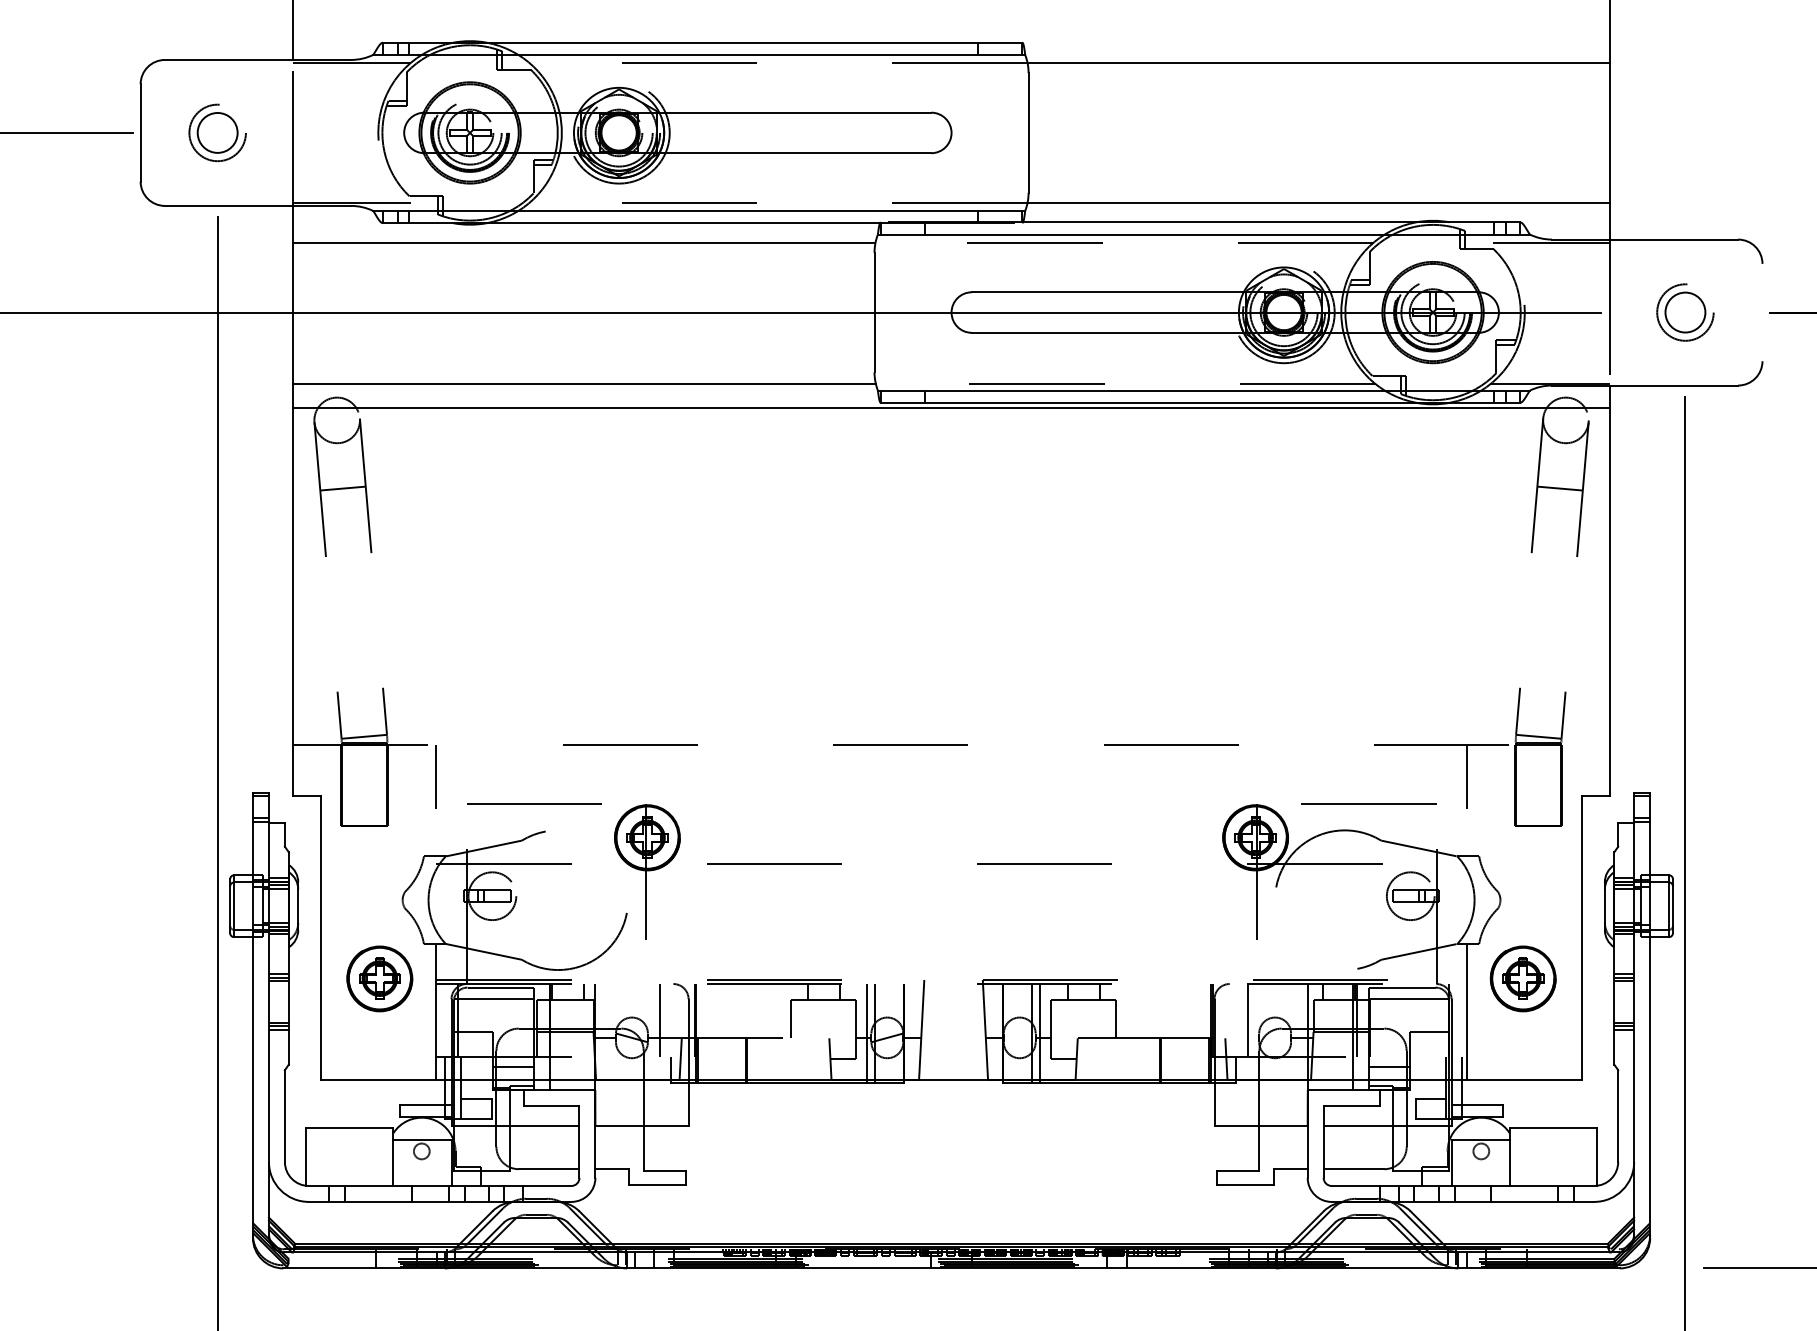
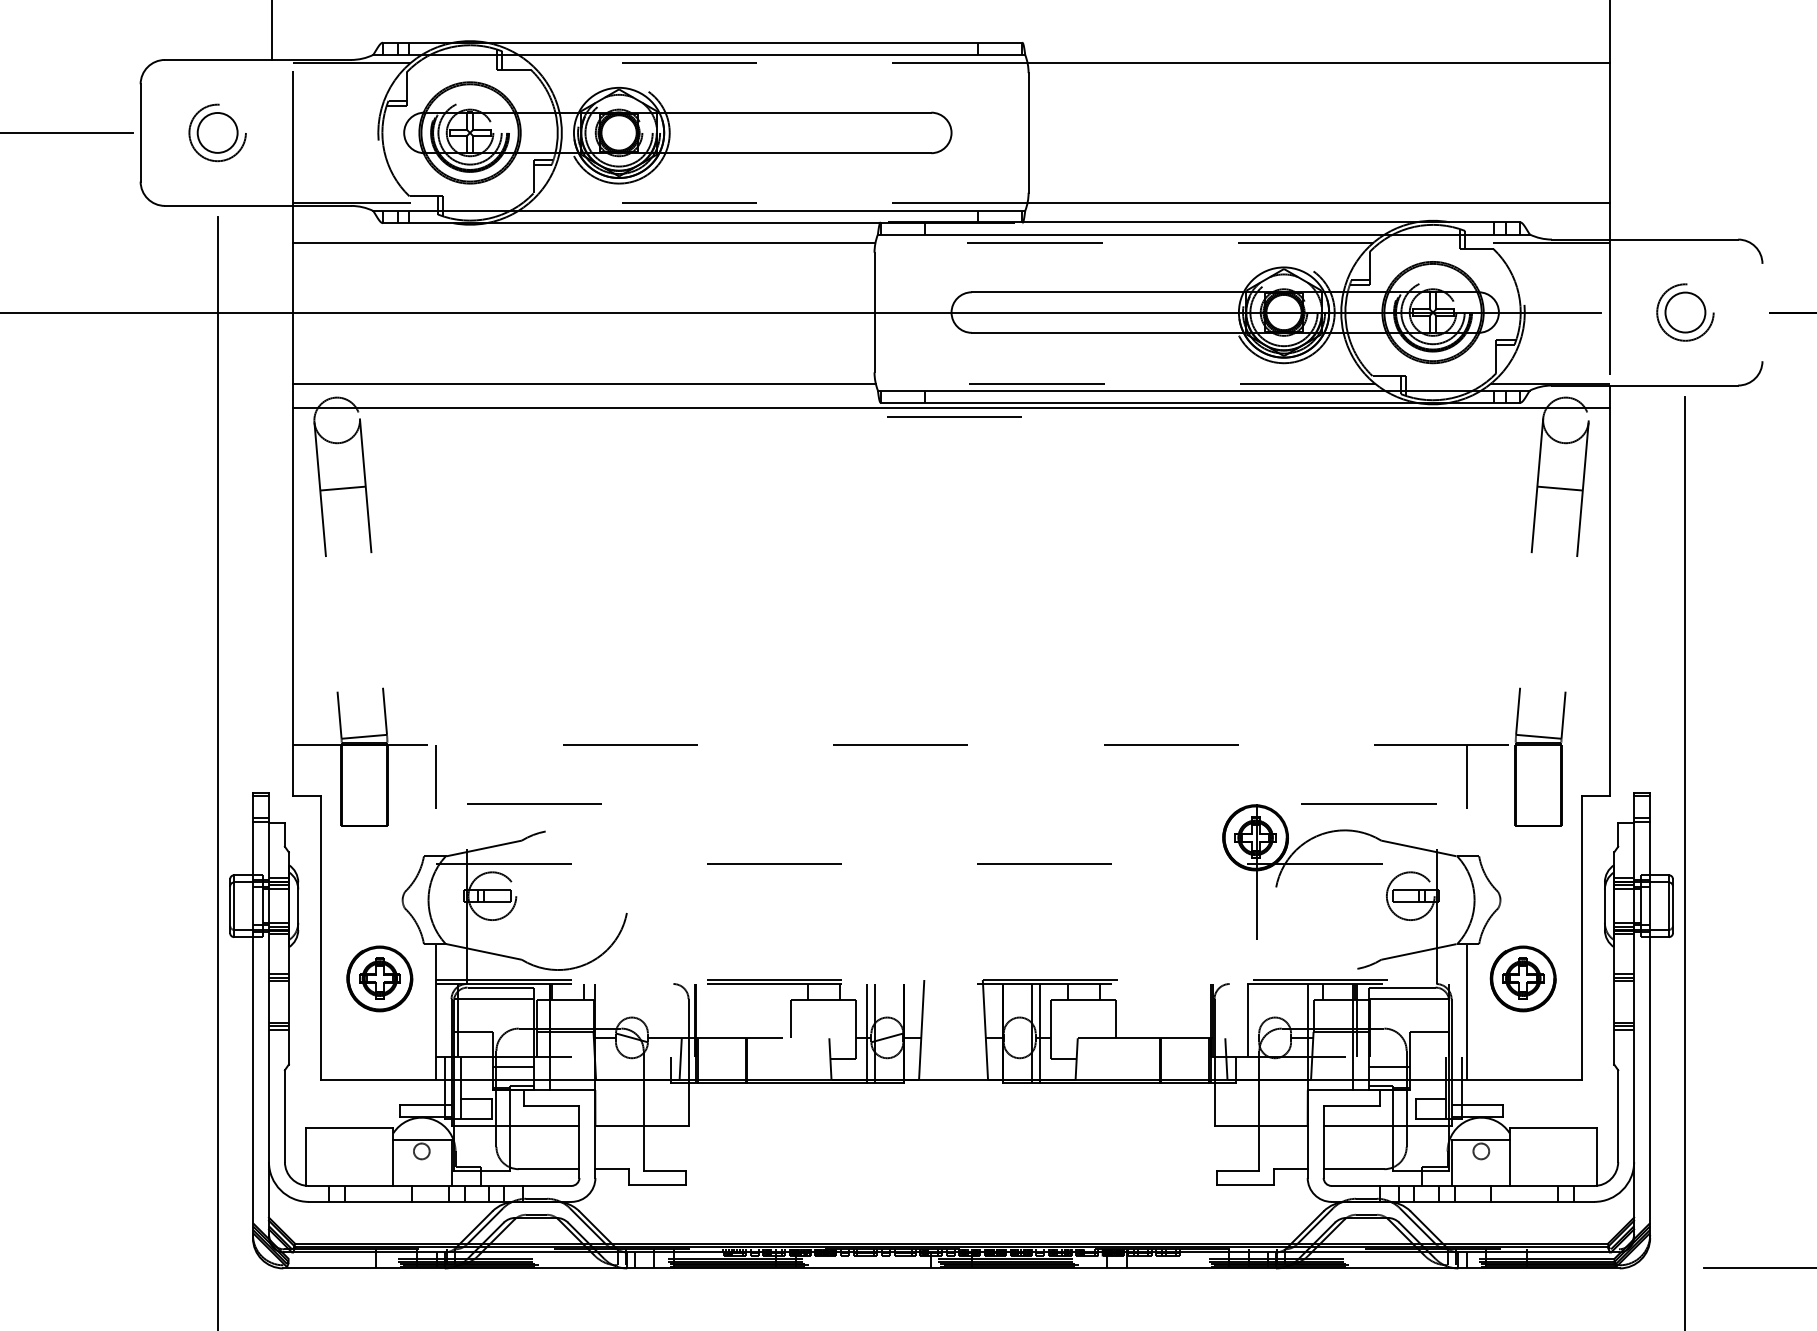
line at (292, 30) position: (292, 30) -> (271, 30)
line at (954, 416): none -> present
part at (647, 871): present -> none
line at (659, 1020): present -> none
